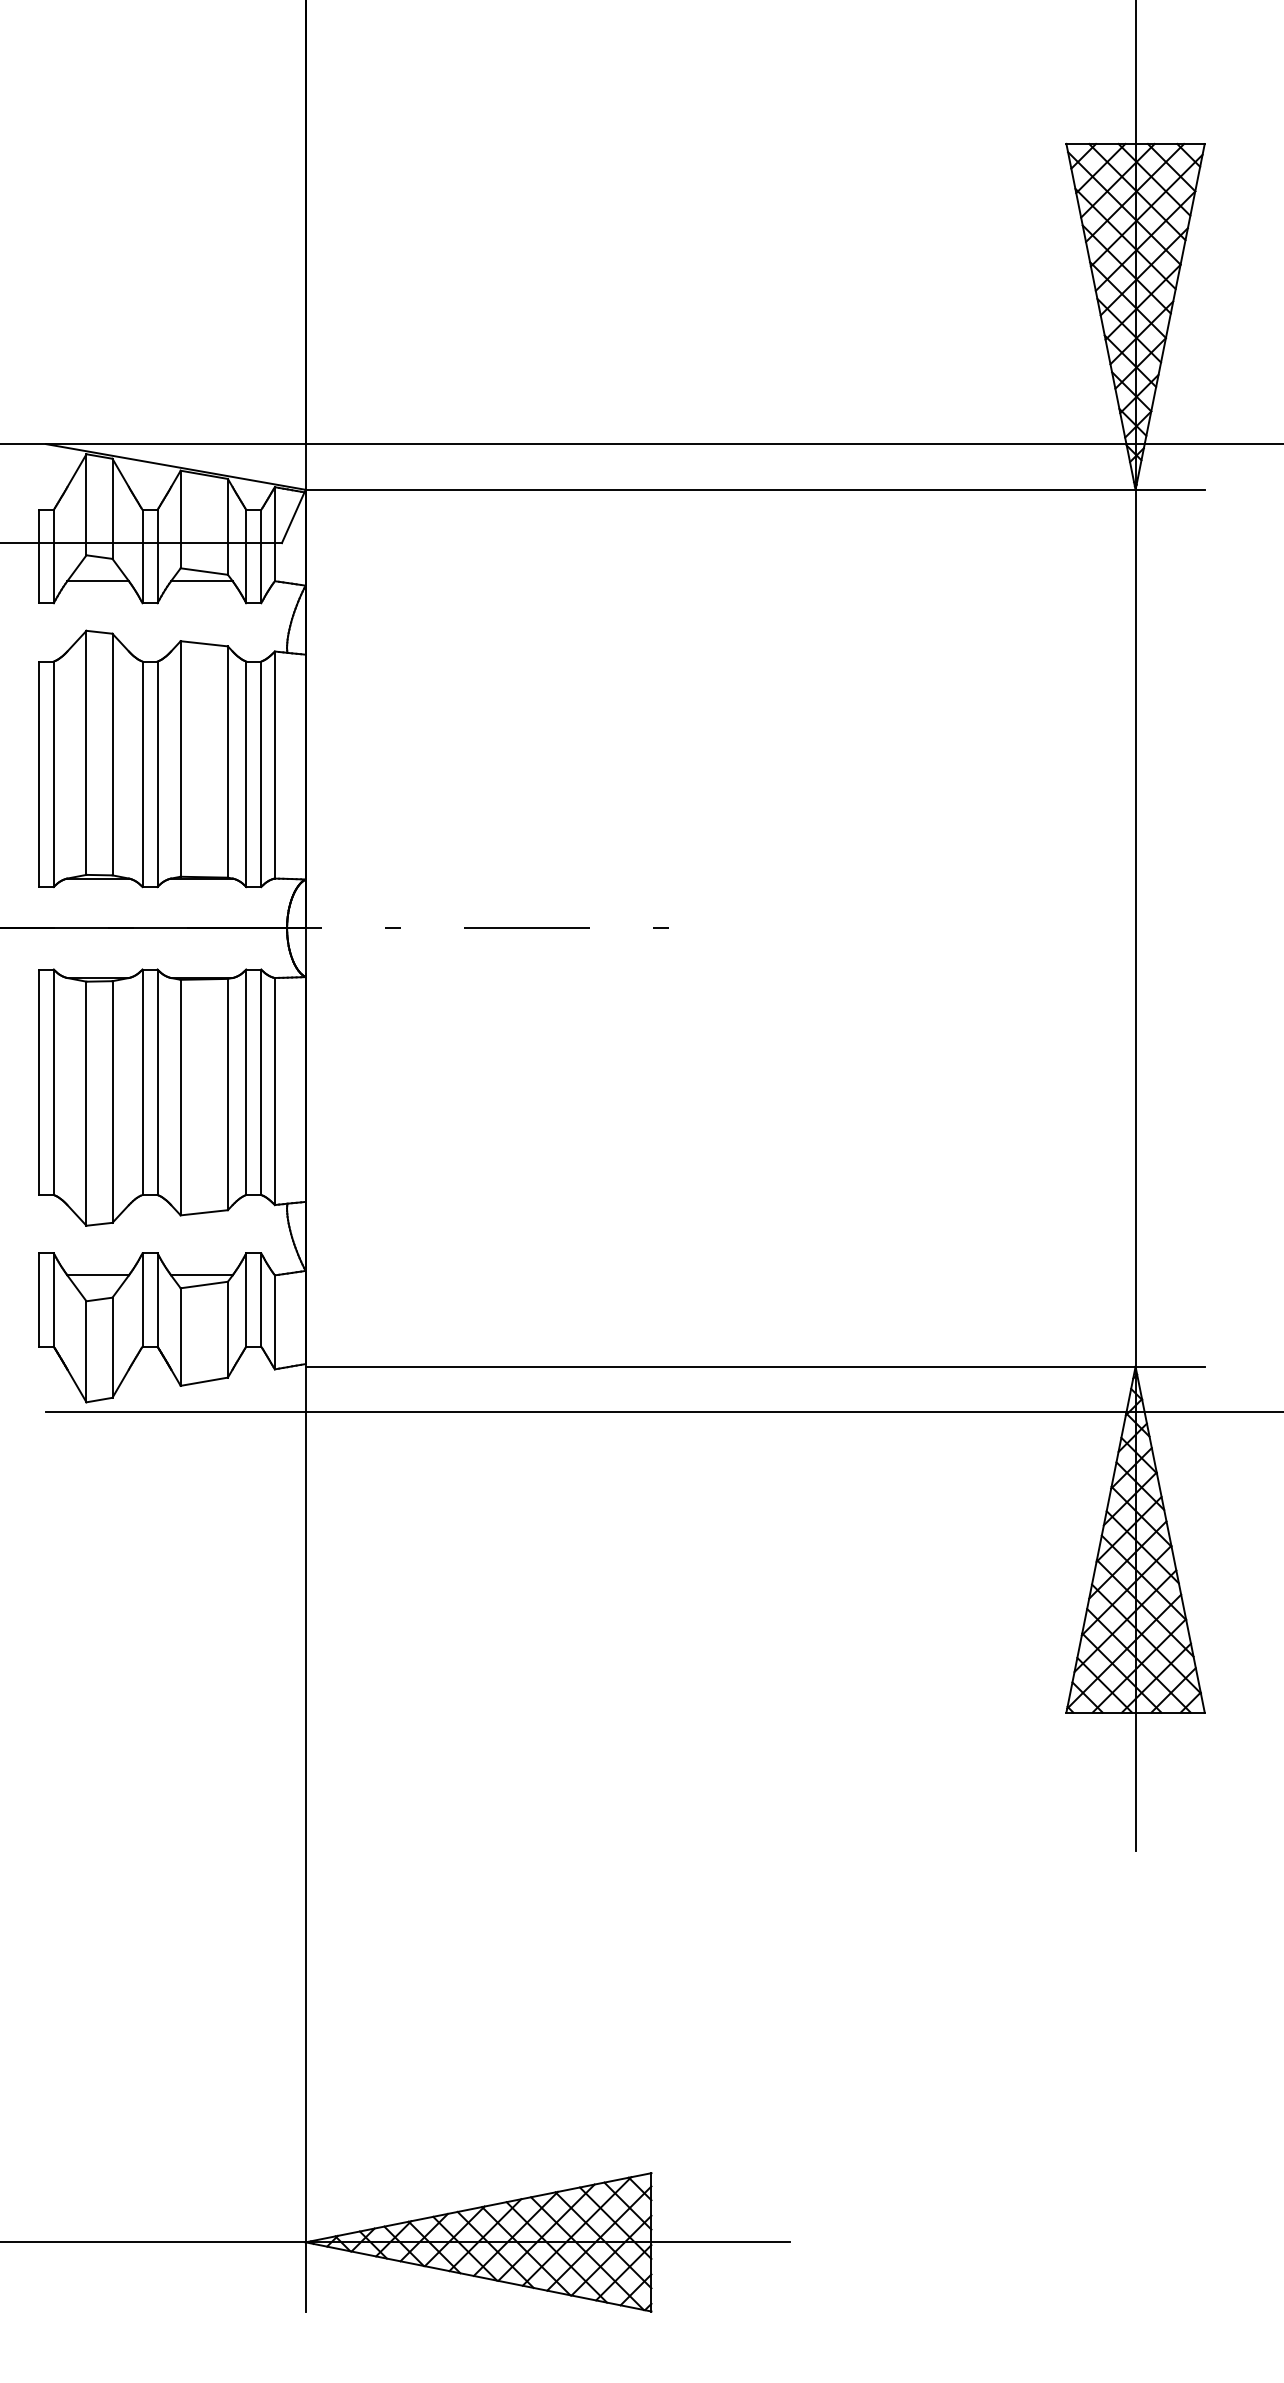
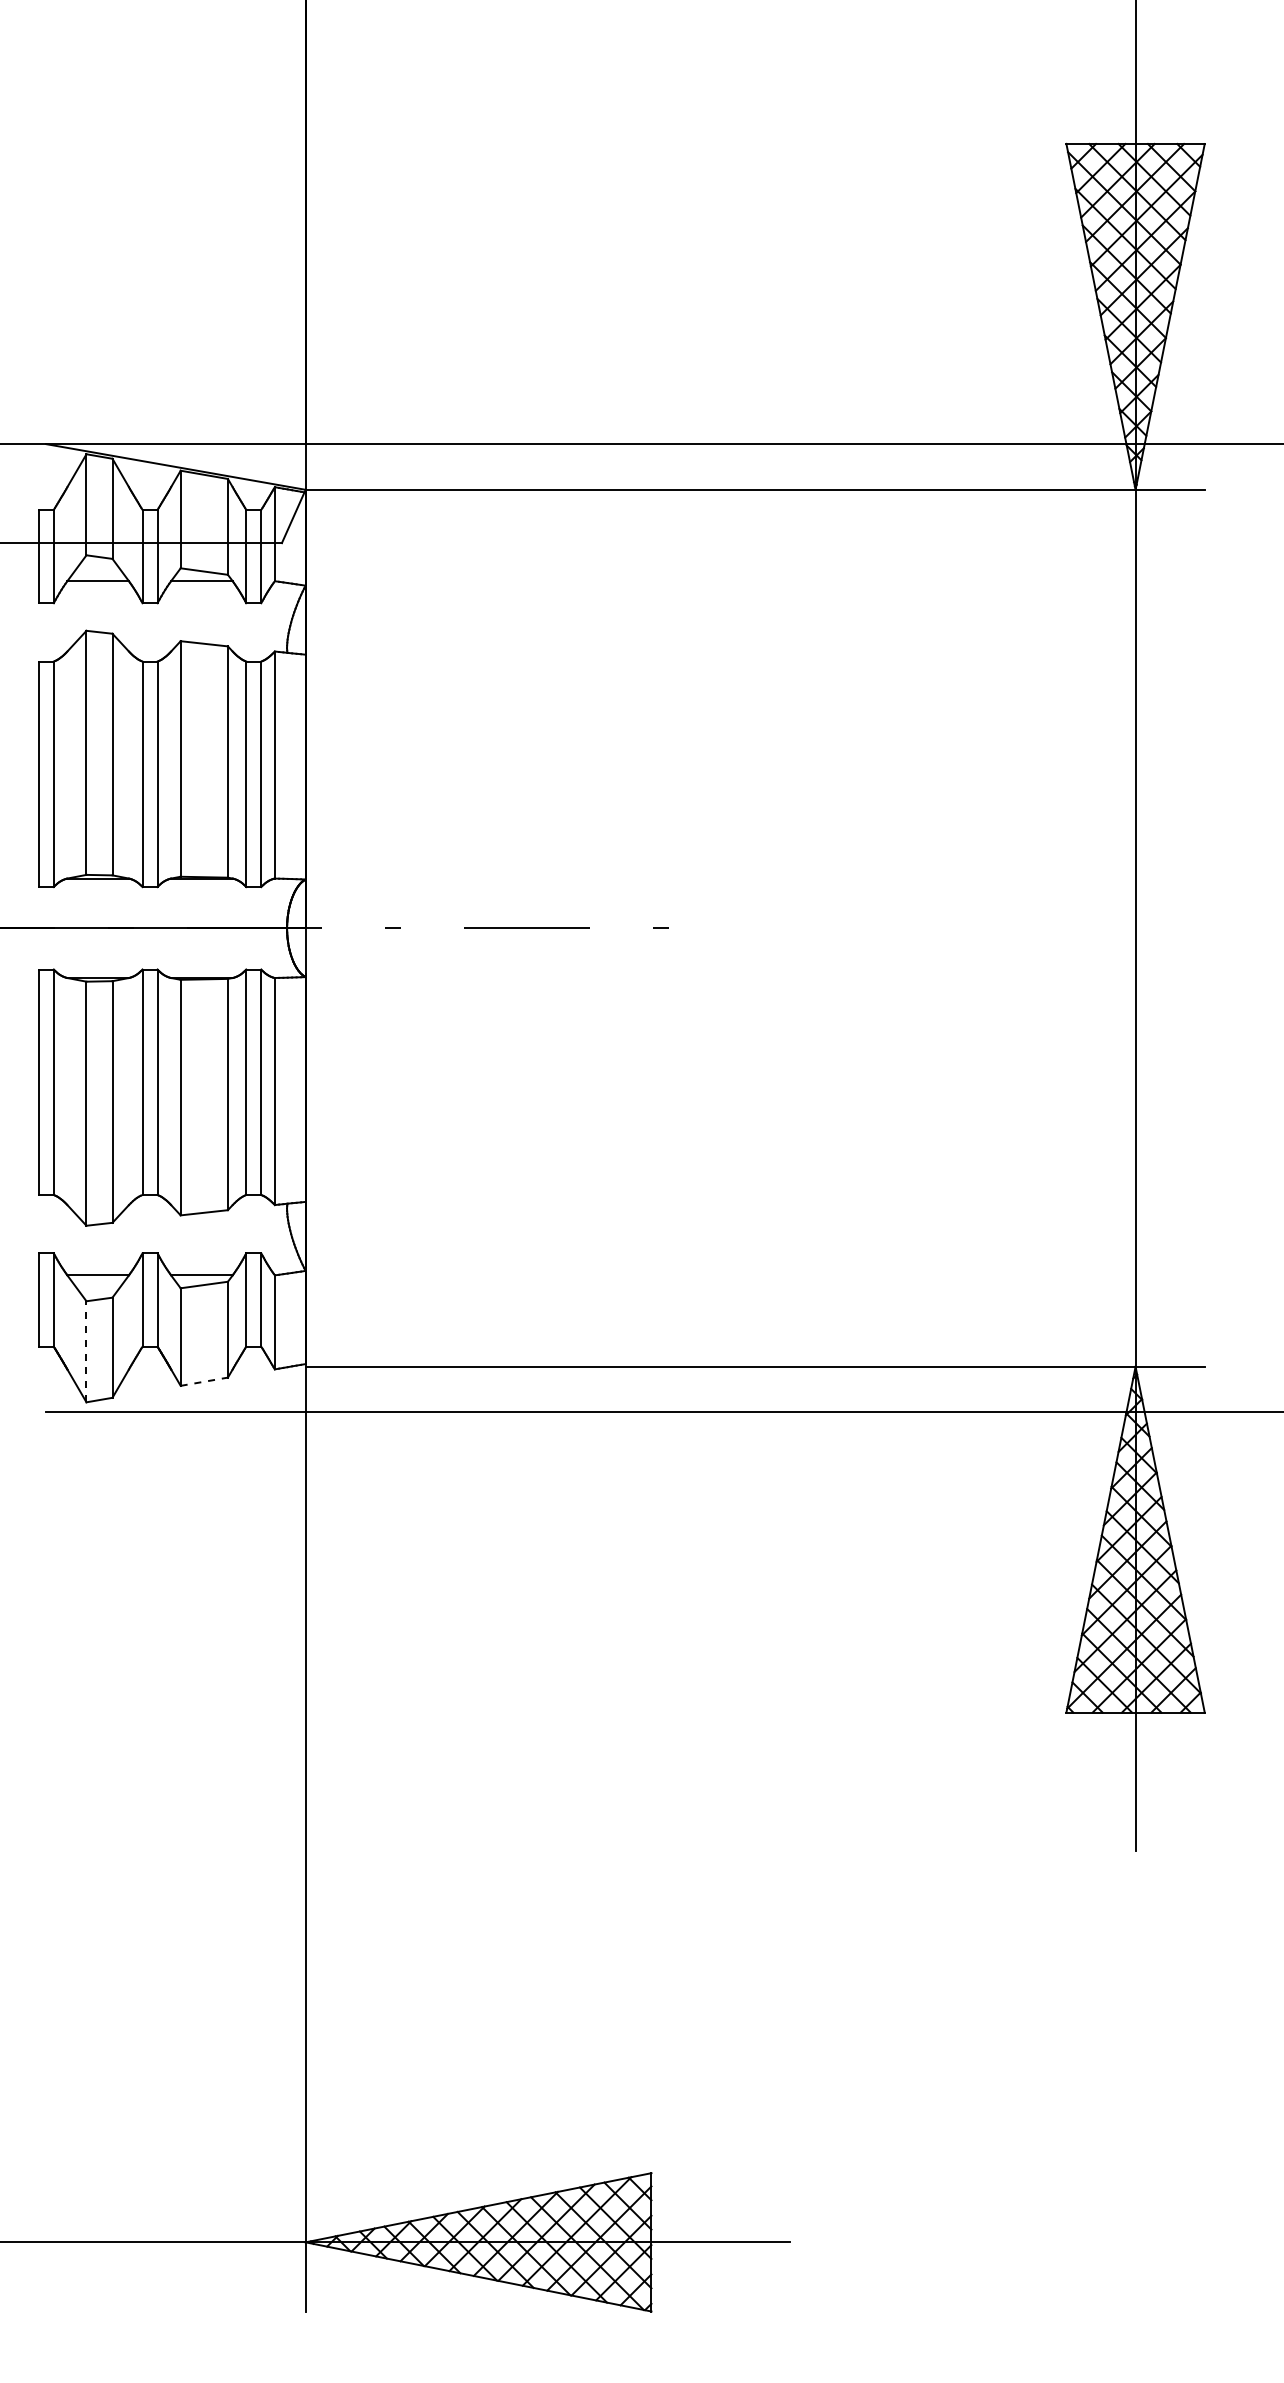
line at (86, 1351): solid -> dashed
line at (204, 1381): solid -> dashed
